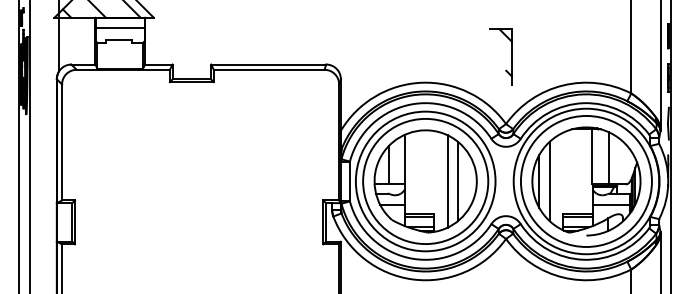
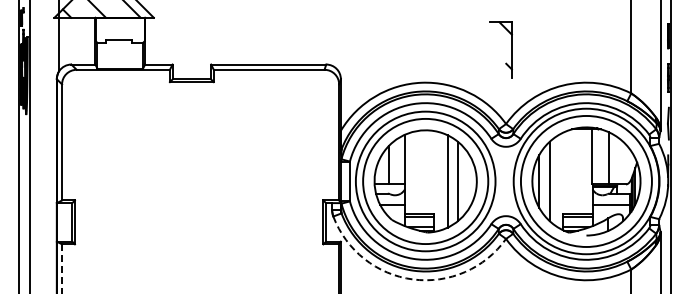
line at (119, 28): present -> none
part at (511, 56) position: (511, 56) -> (511, 49)
line at (62, 269): solid -> dashed
arc at (413, 279): solid -> dashed
